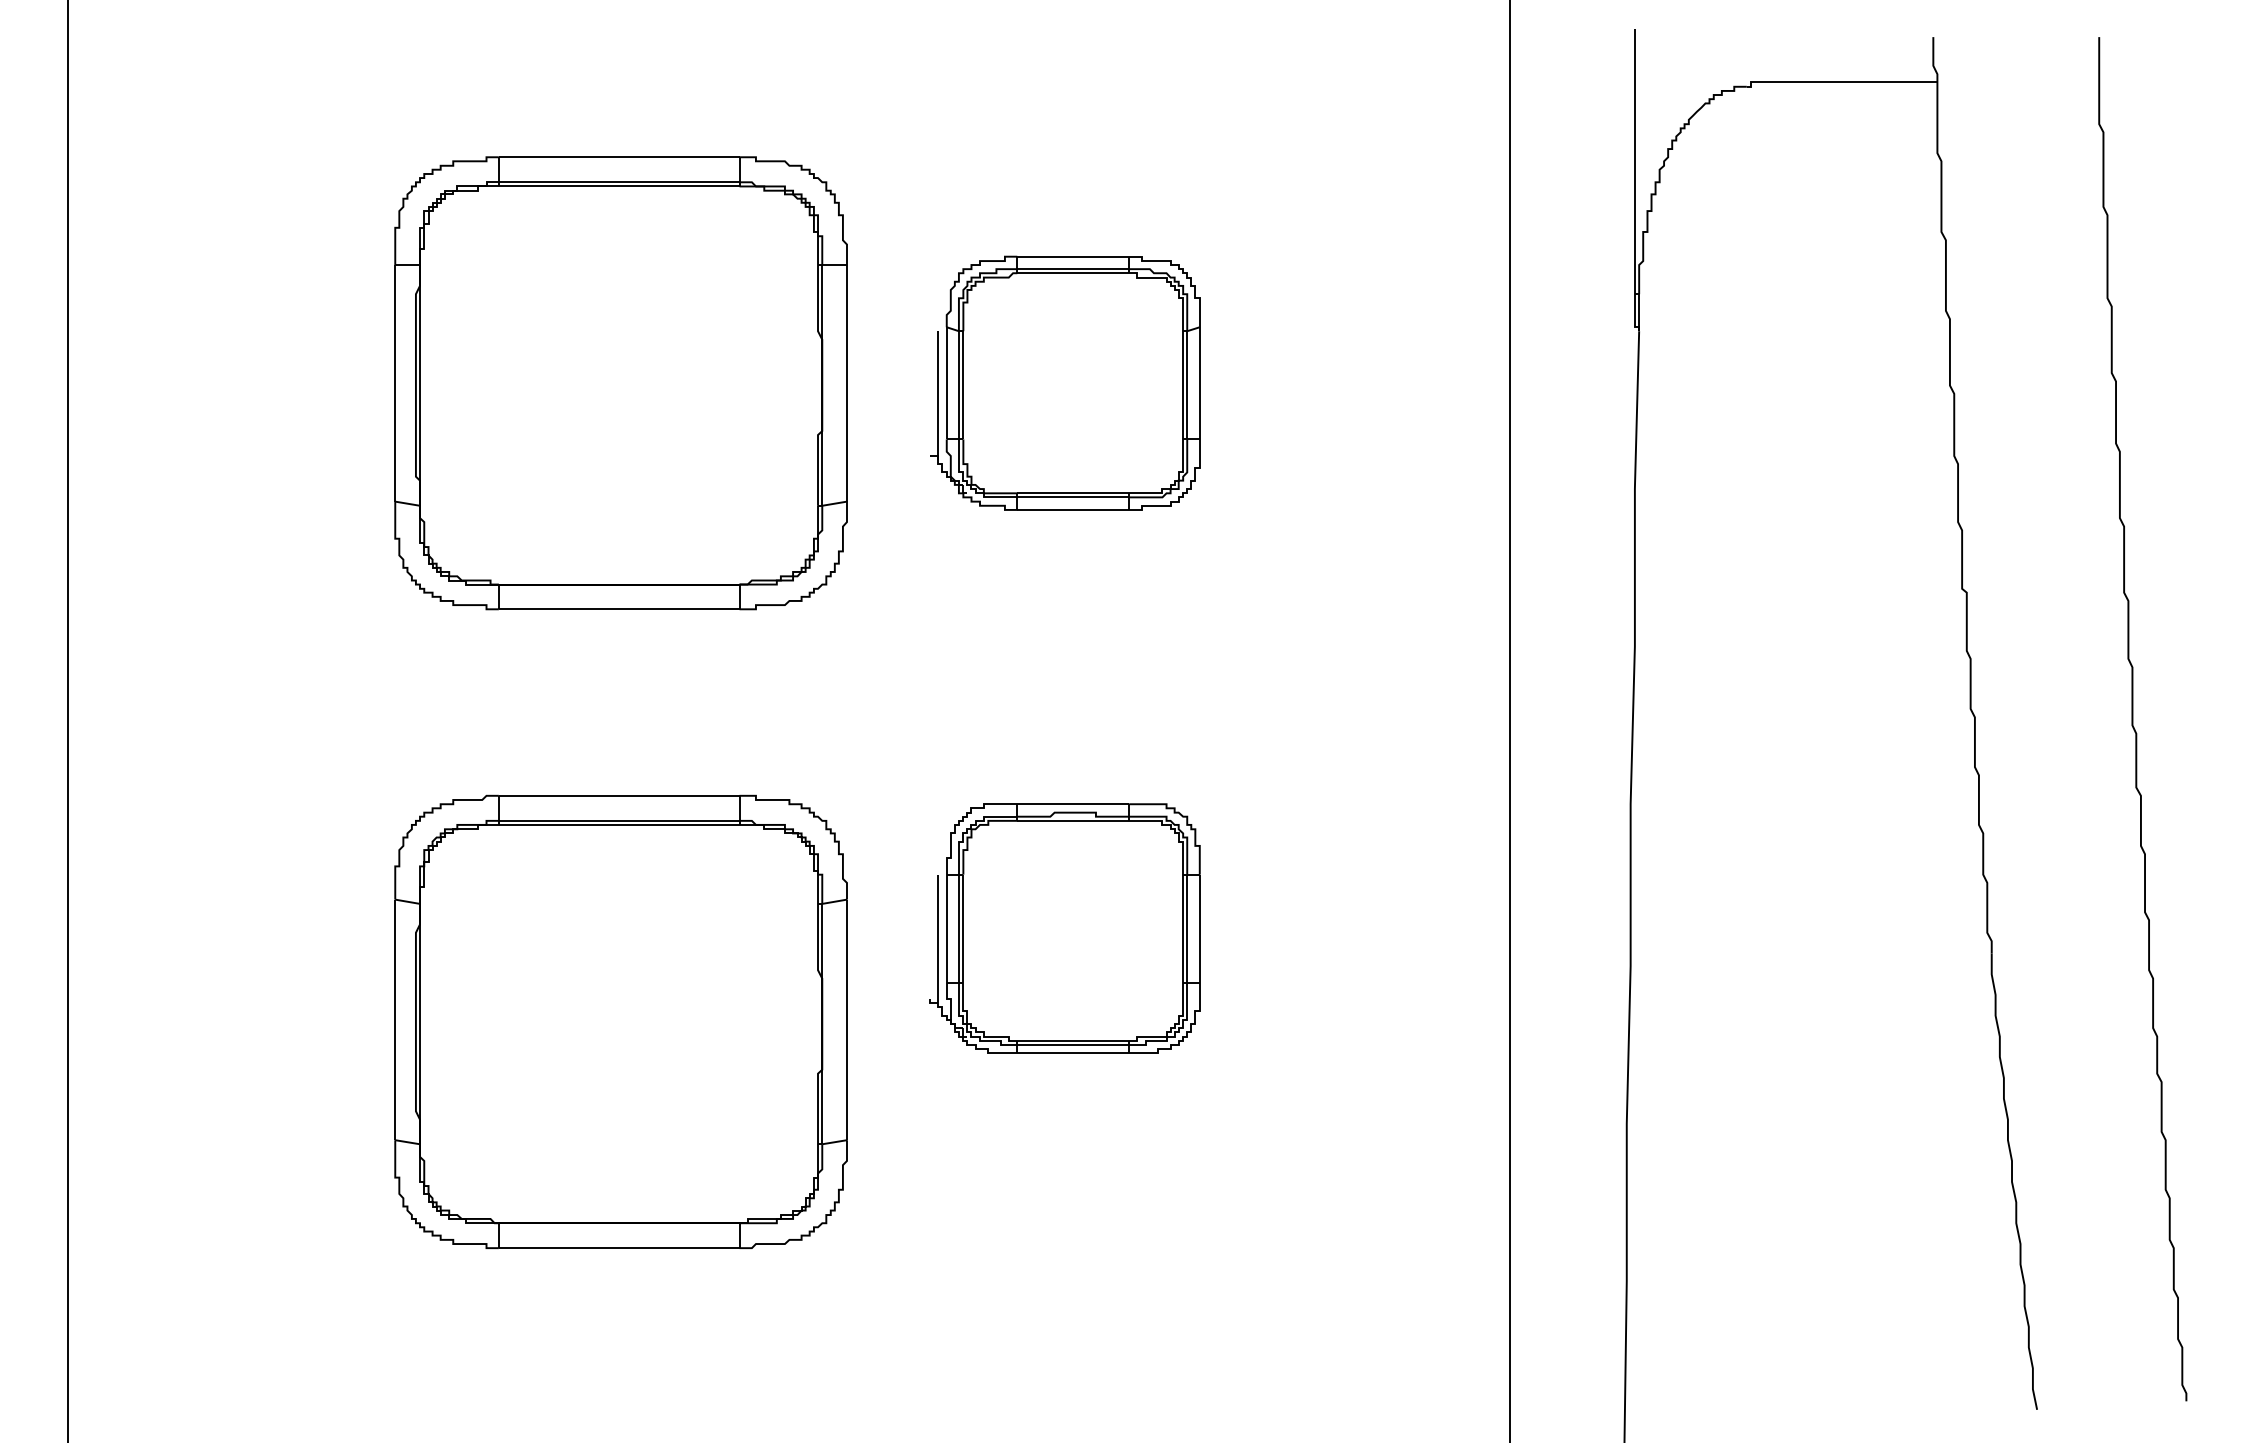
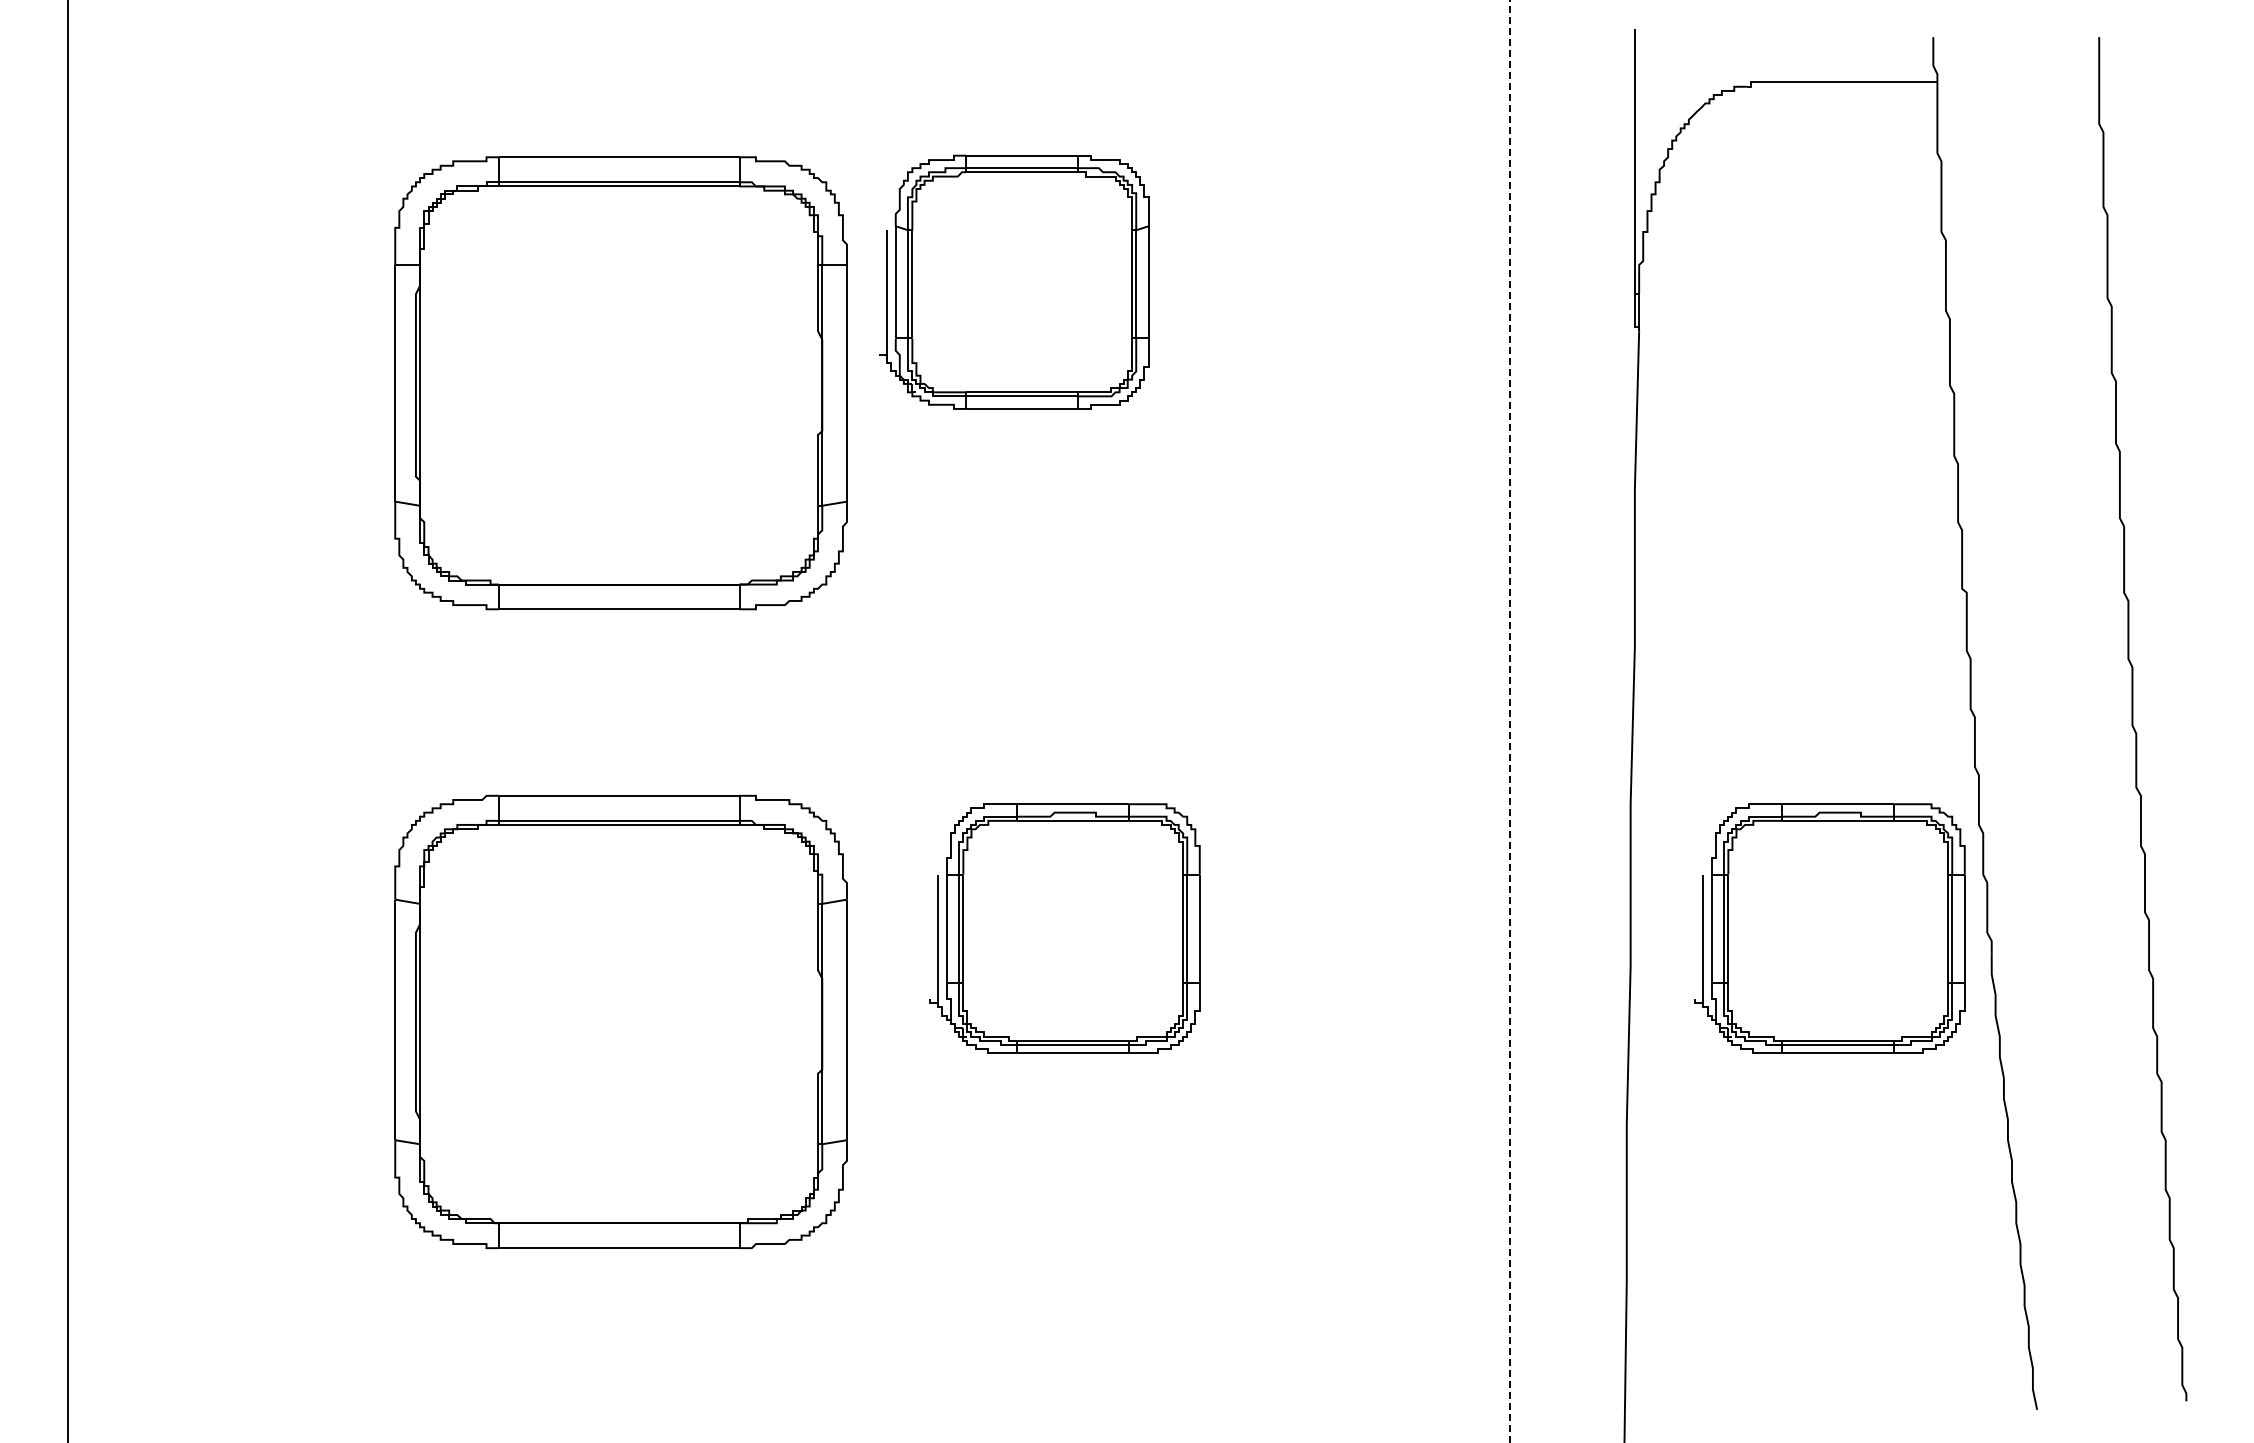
part at (1065, 382) position: (1065, 382) -> (1014, 281)
line at (1510, 721): solid -> dashed
part at (1829, 928): none -> present
